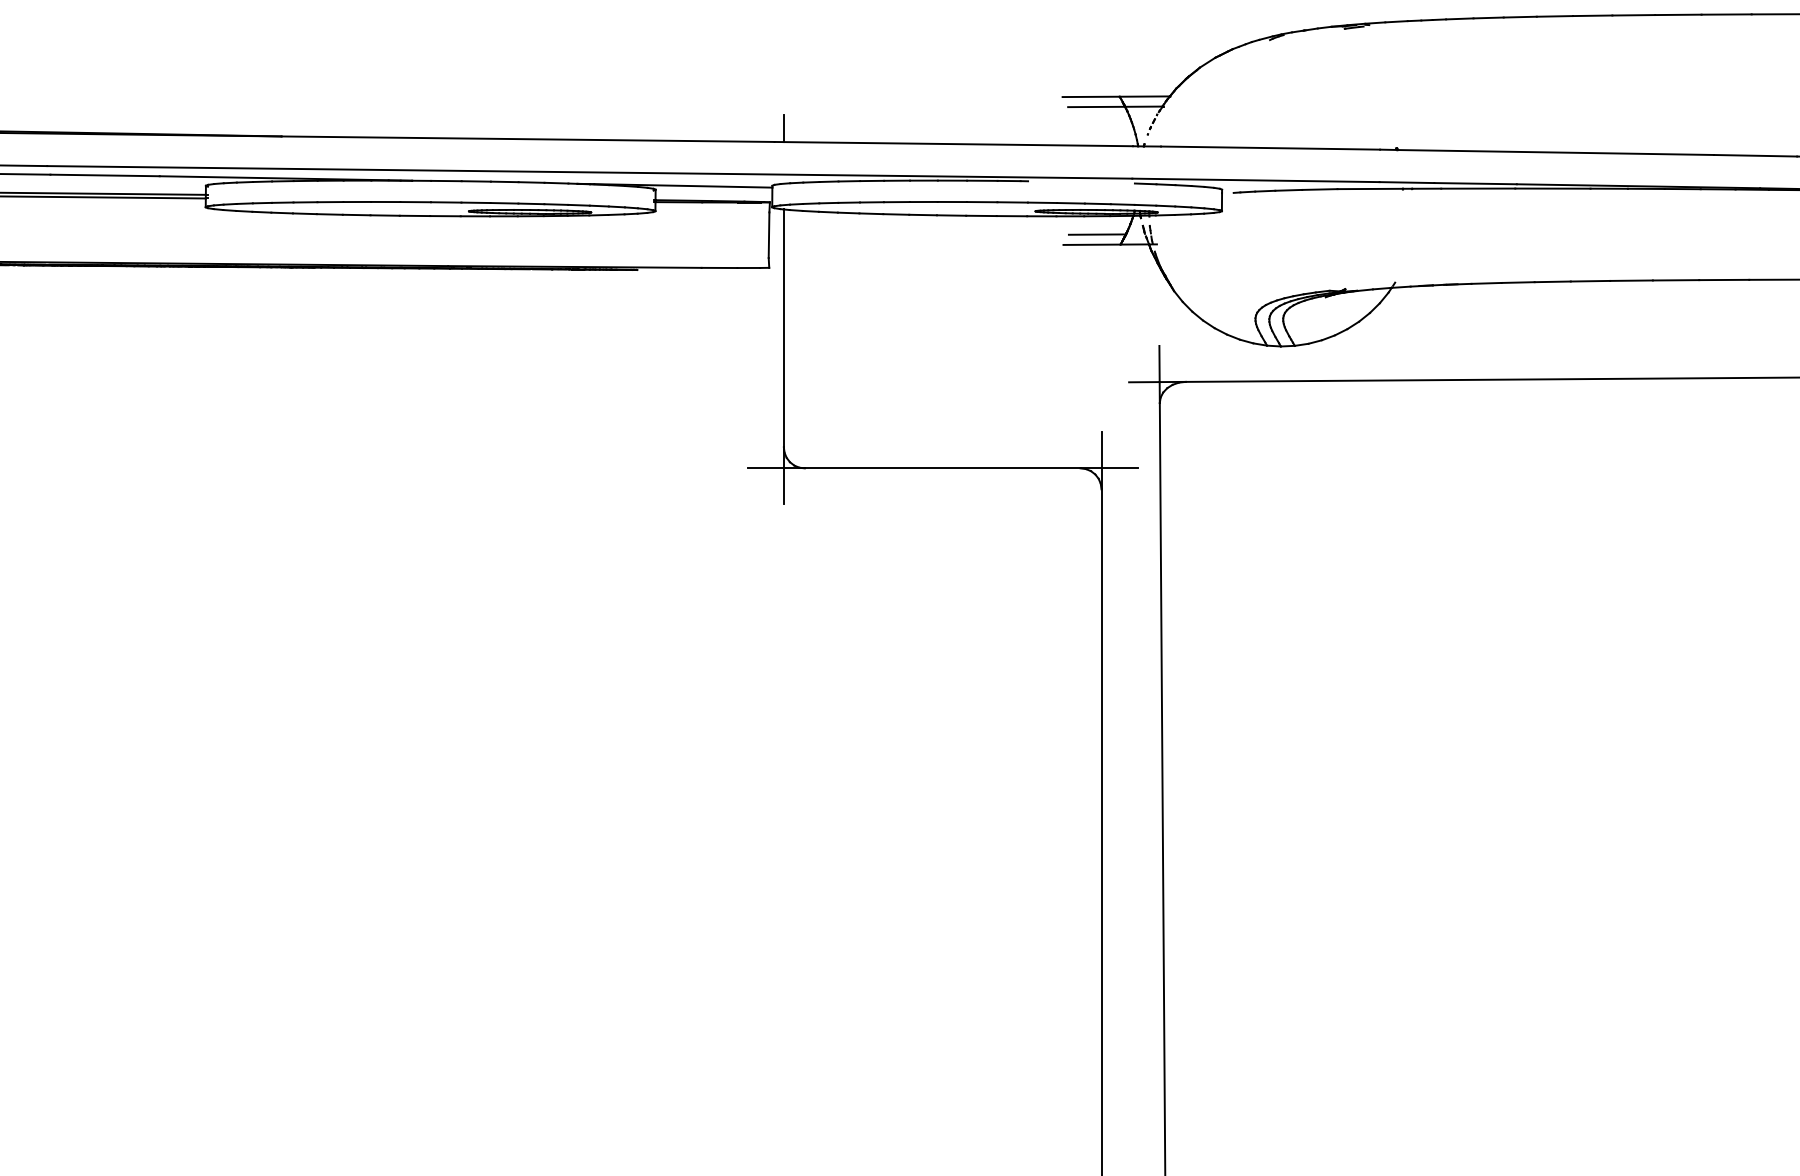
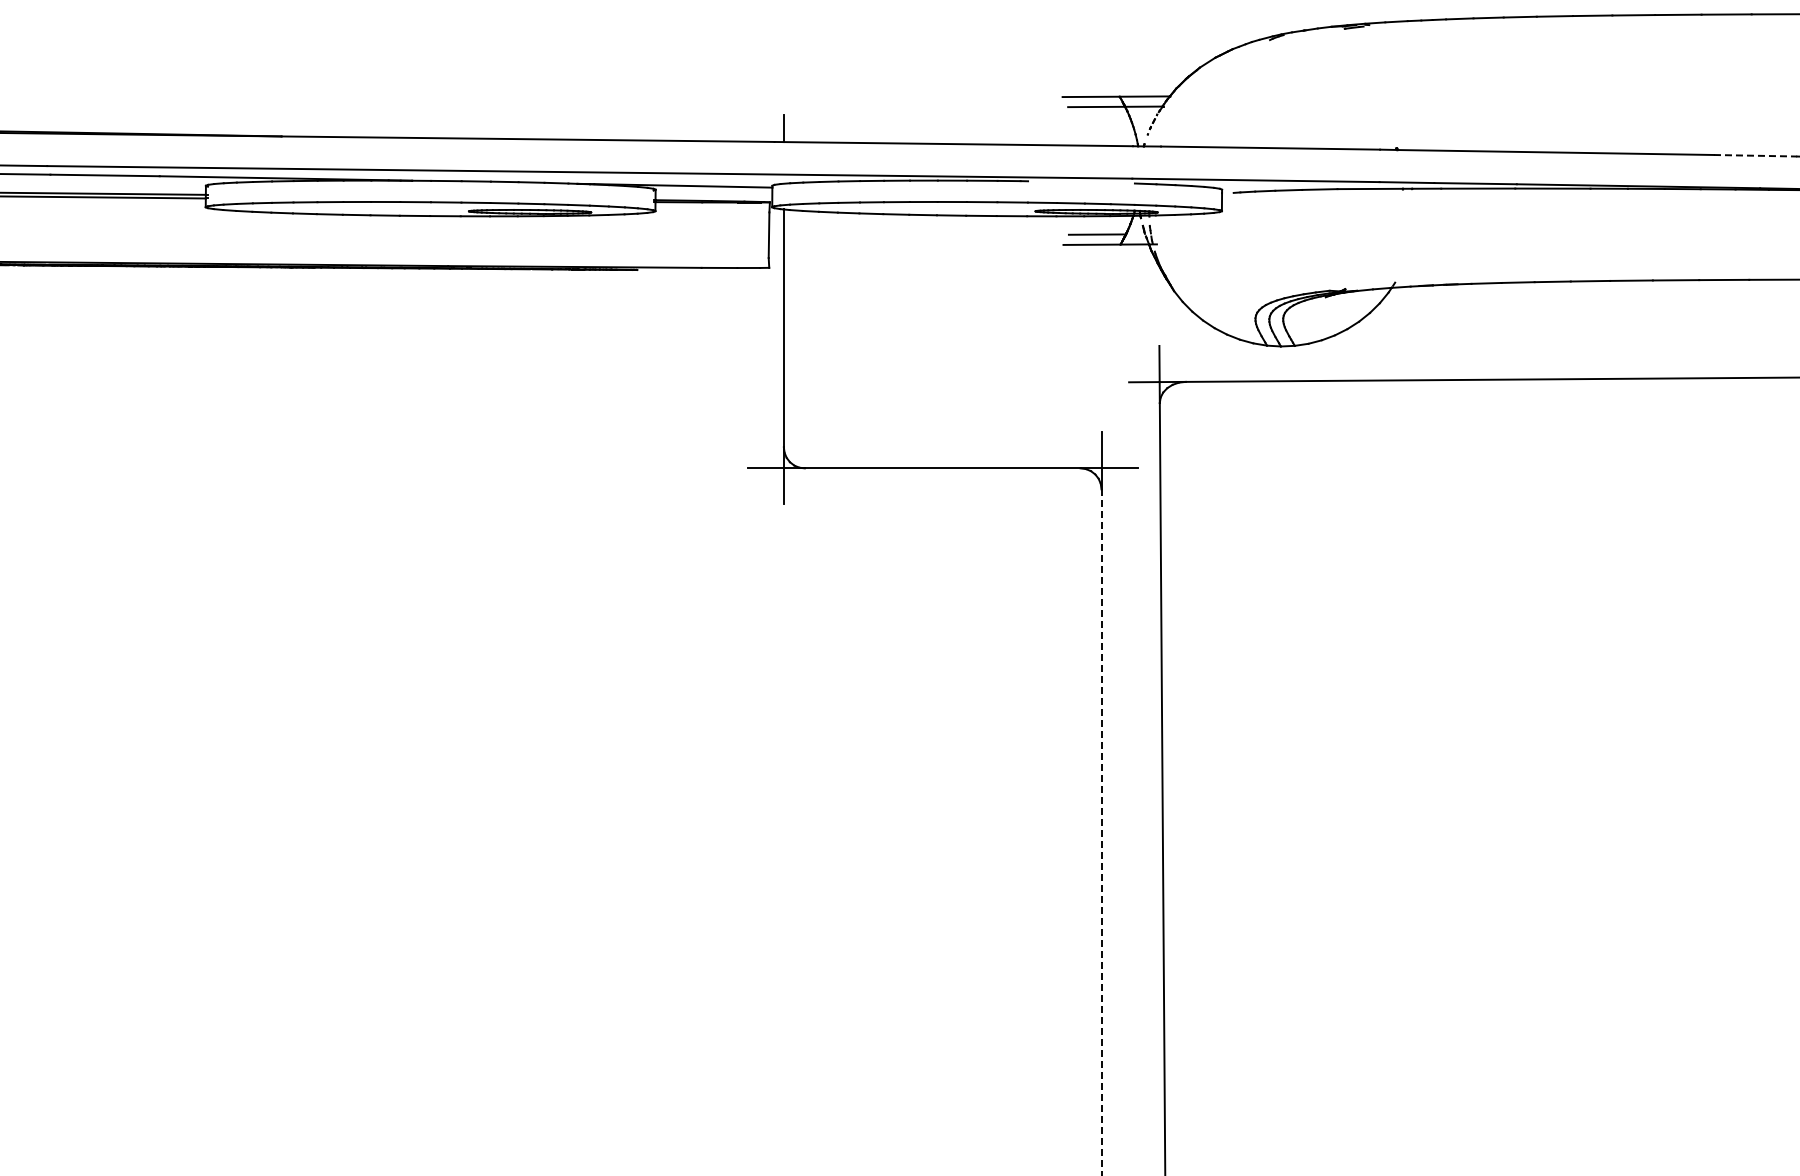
line at (1755, 155): solid -> dashed
line at (1101, 832): solid -> dashed
